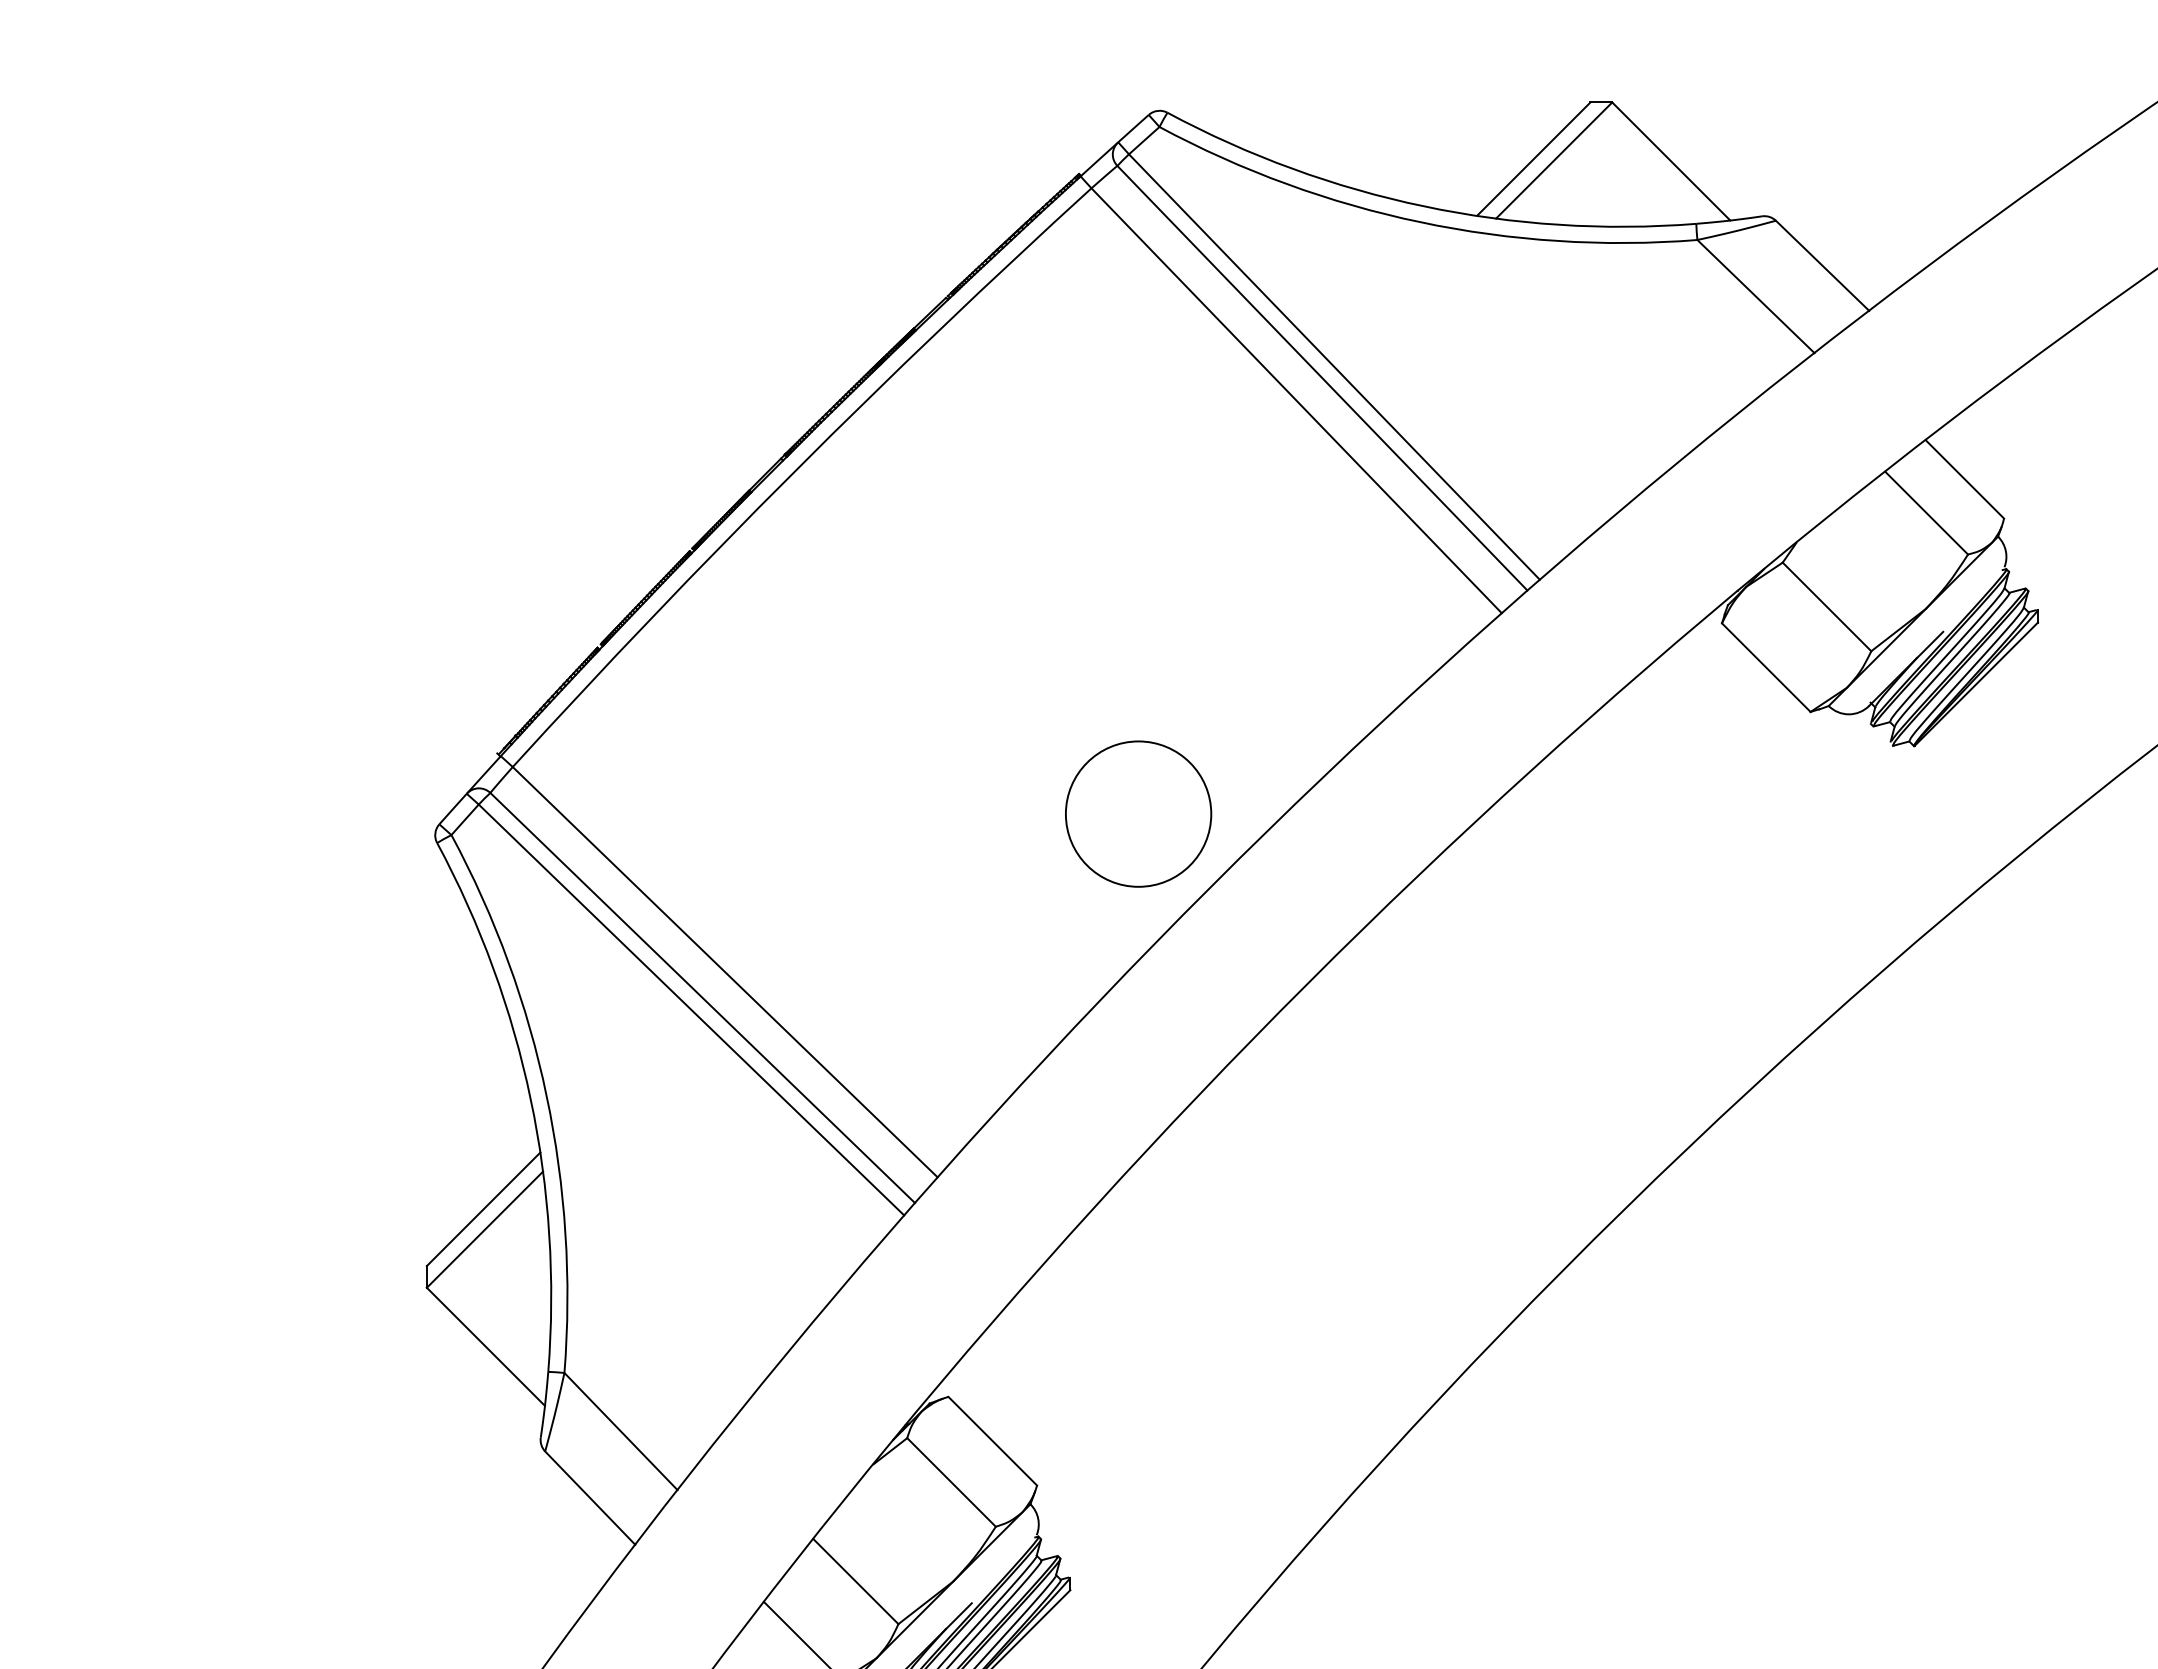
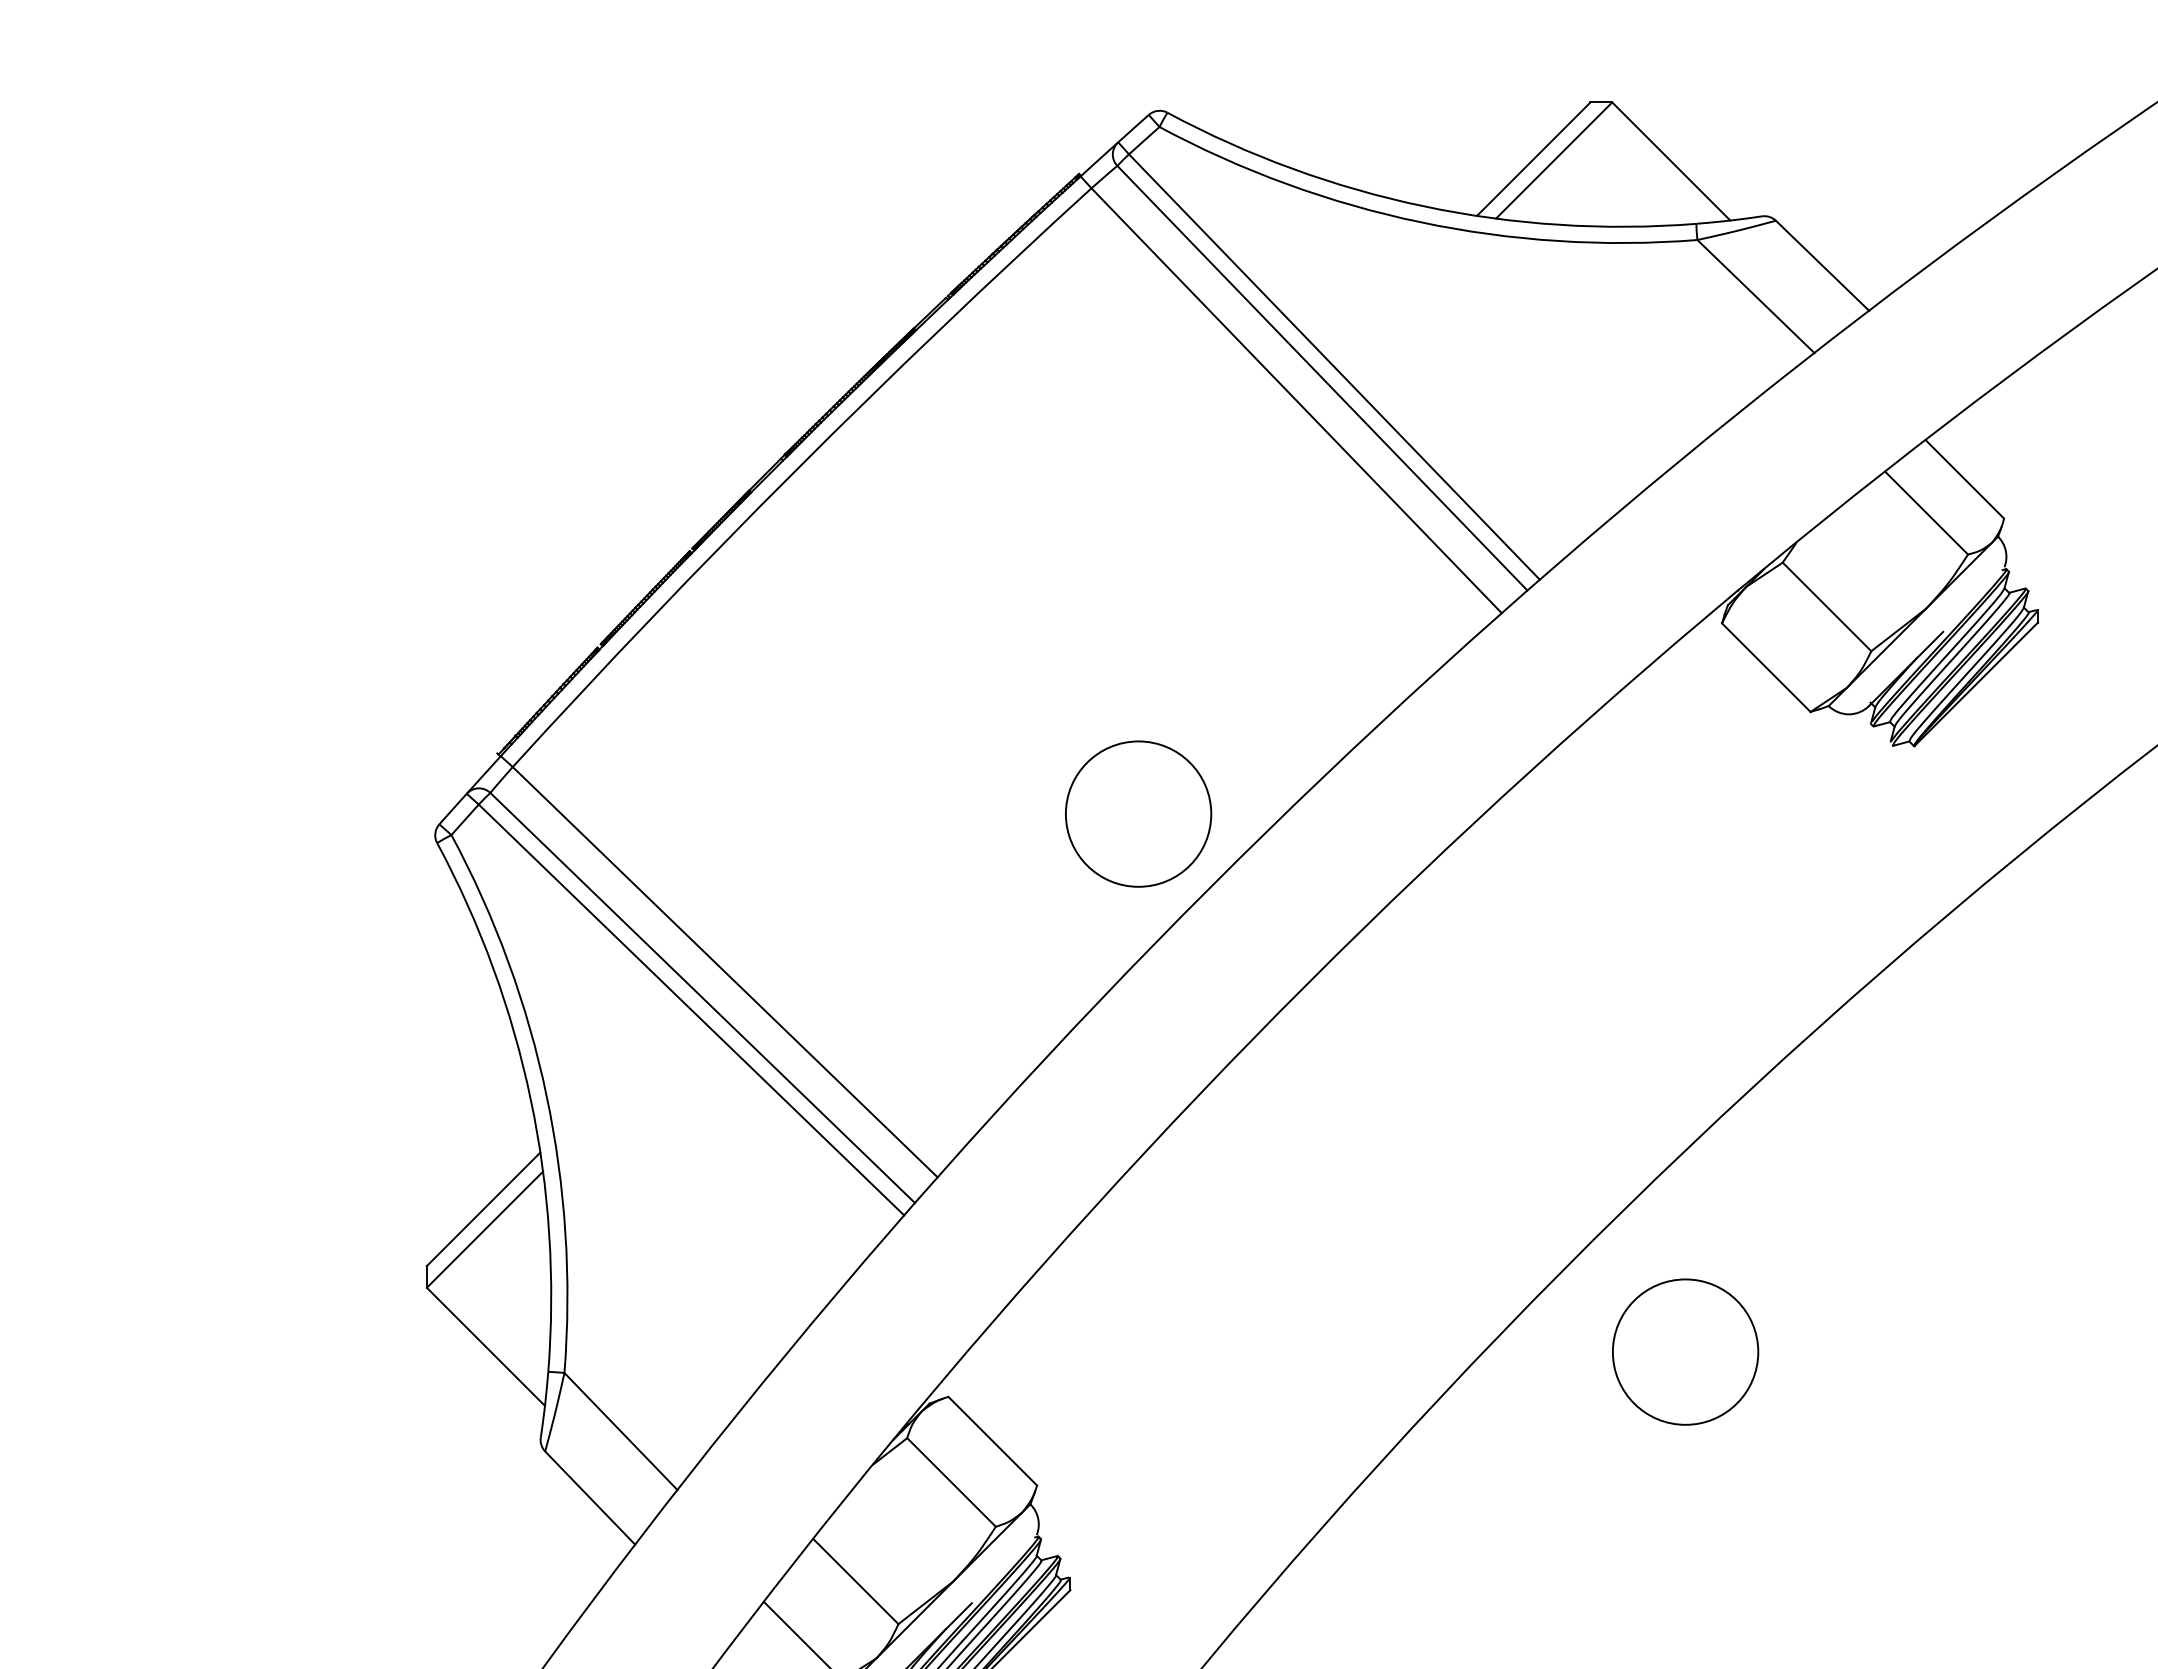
circle at (1685, 1351): none -> present
